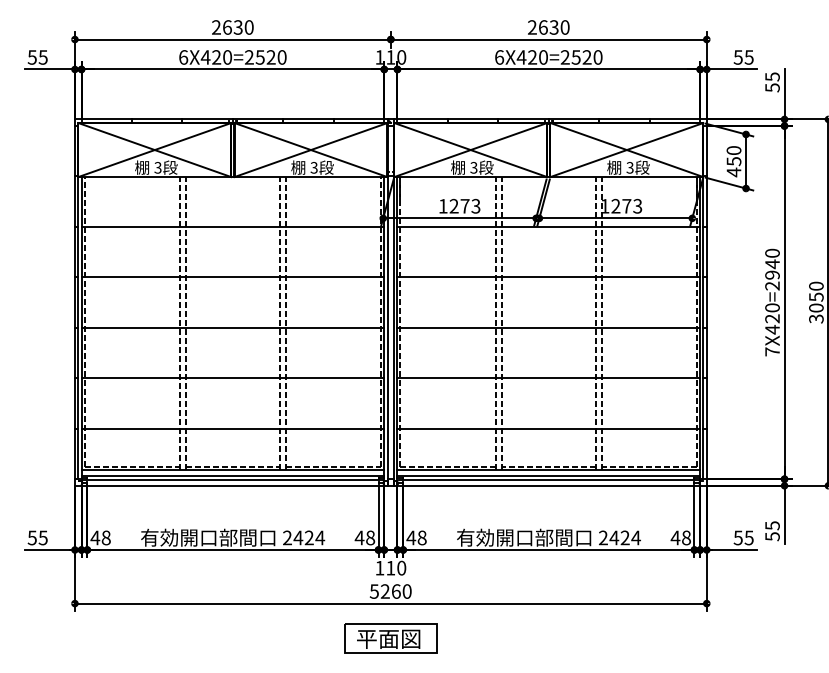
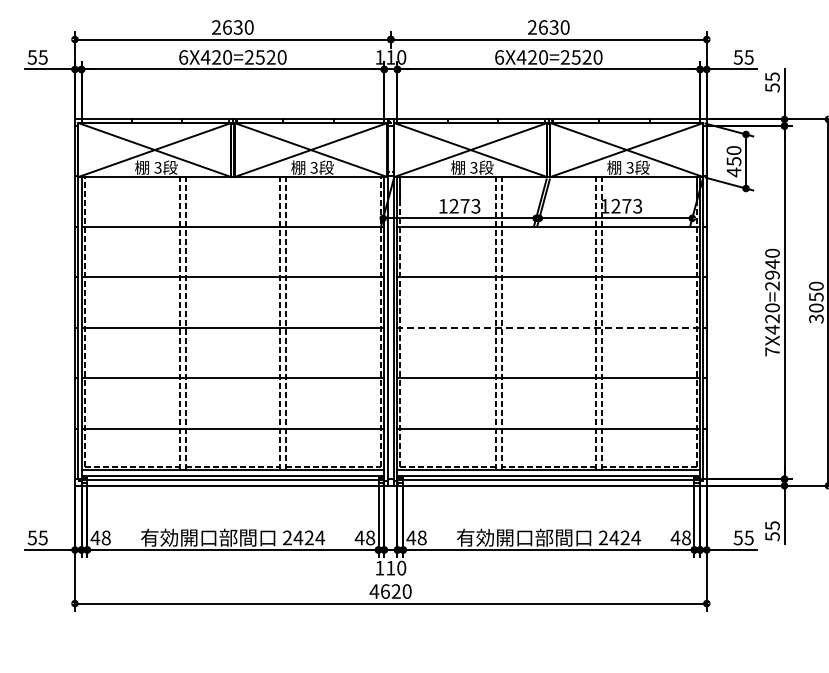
line at (548, 327): solid -> dashed
text at (384, 591): 5260 -> 4620
part at (390, 638): present -> none
